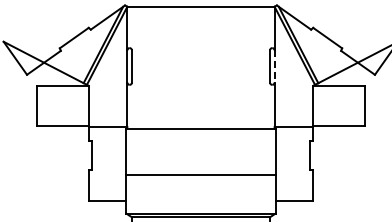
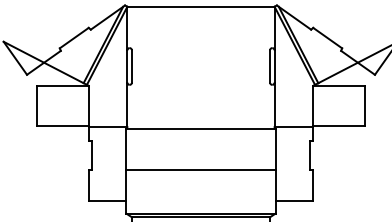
line at (274, 66): dashed -> solid
line at (200, 174) position: (200, 174) -> (200, 169)
